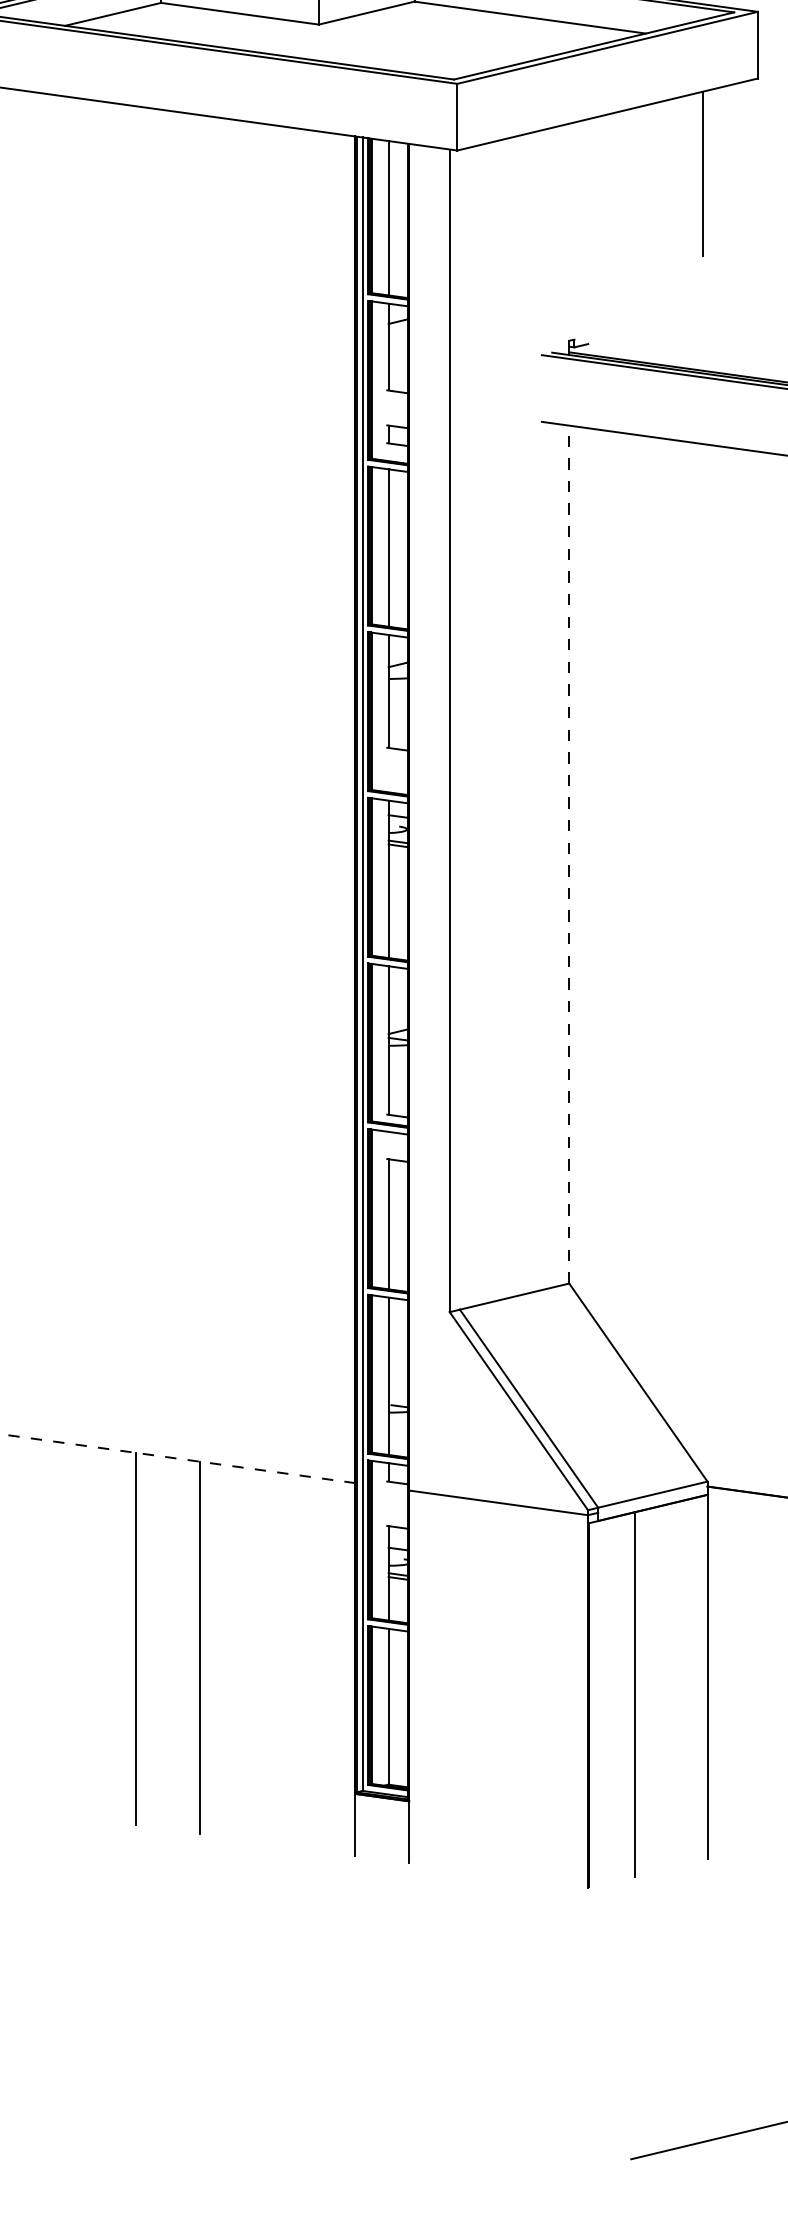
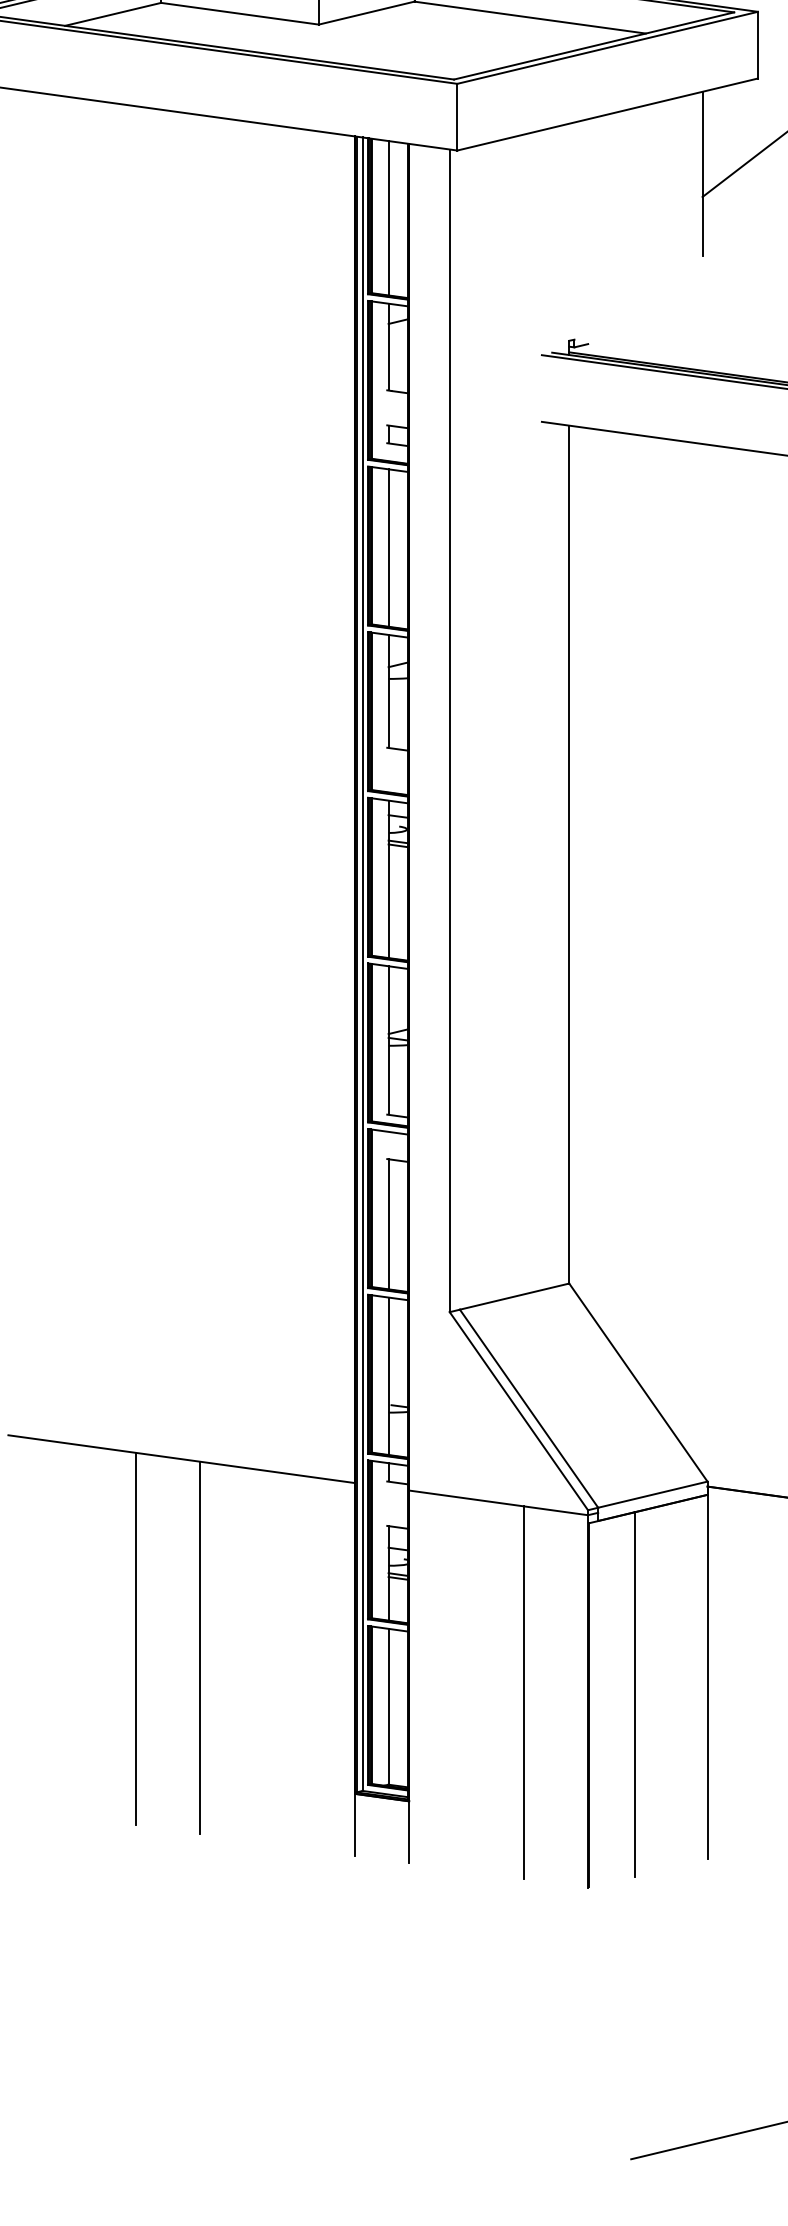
line at (743, 165): none -> present
line at (569, 854): dashed -> solid
line at (182, 1459): dashed -> solid
line at (524, 1692): none -> present
